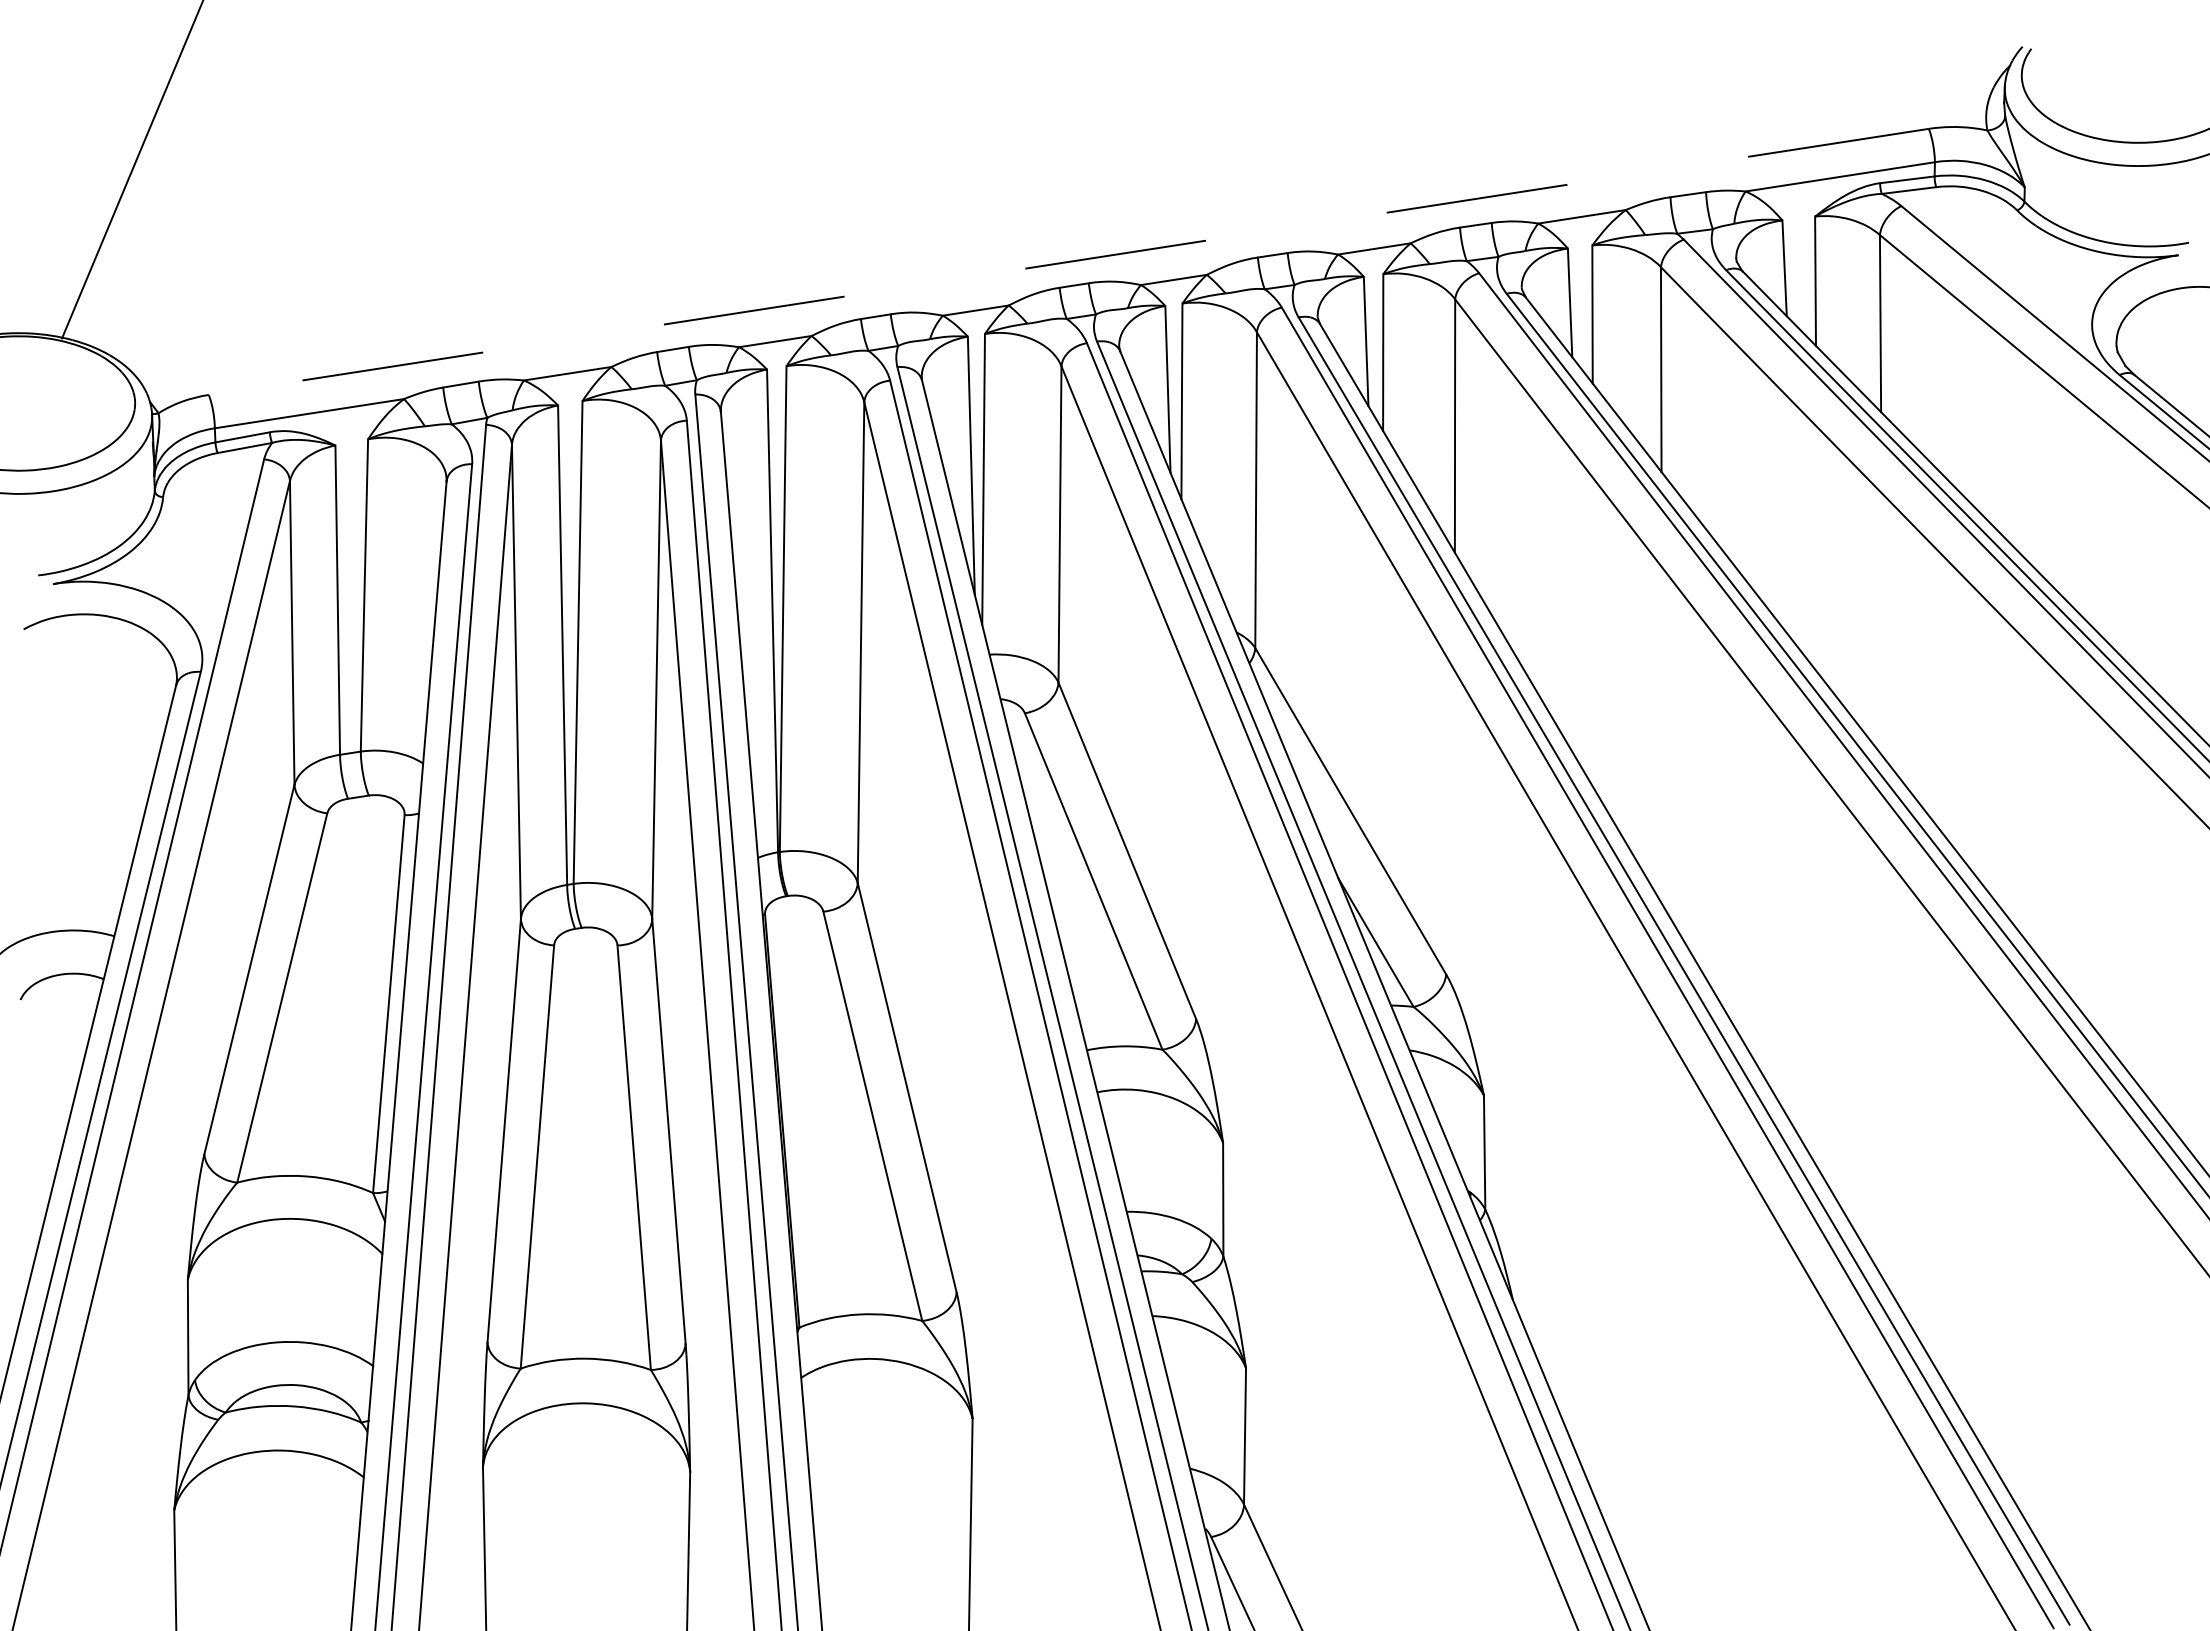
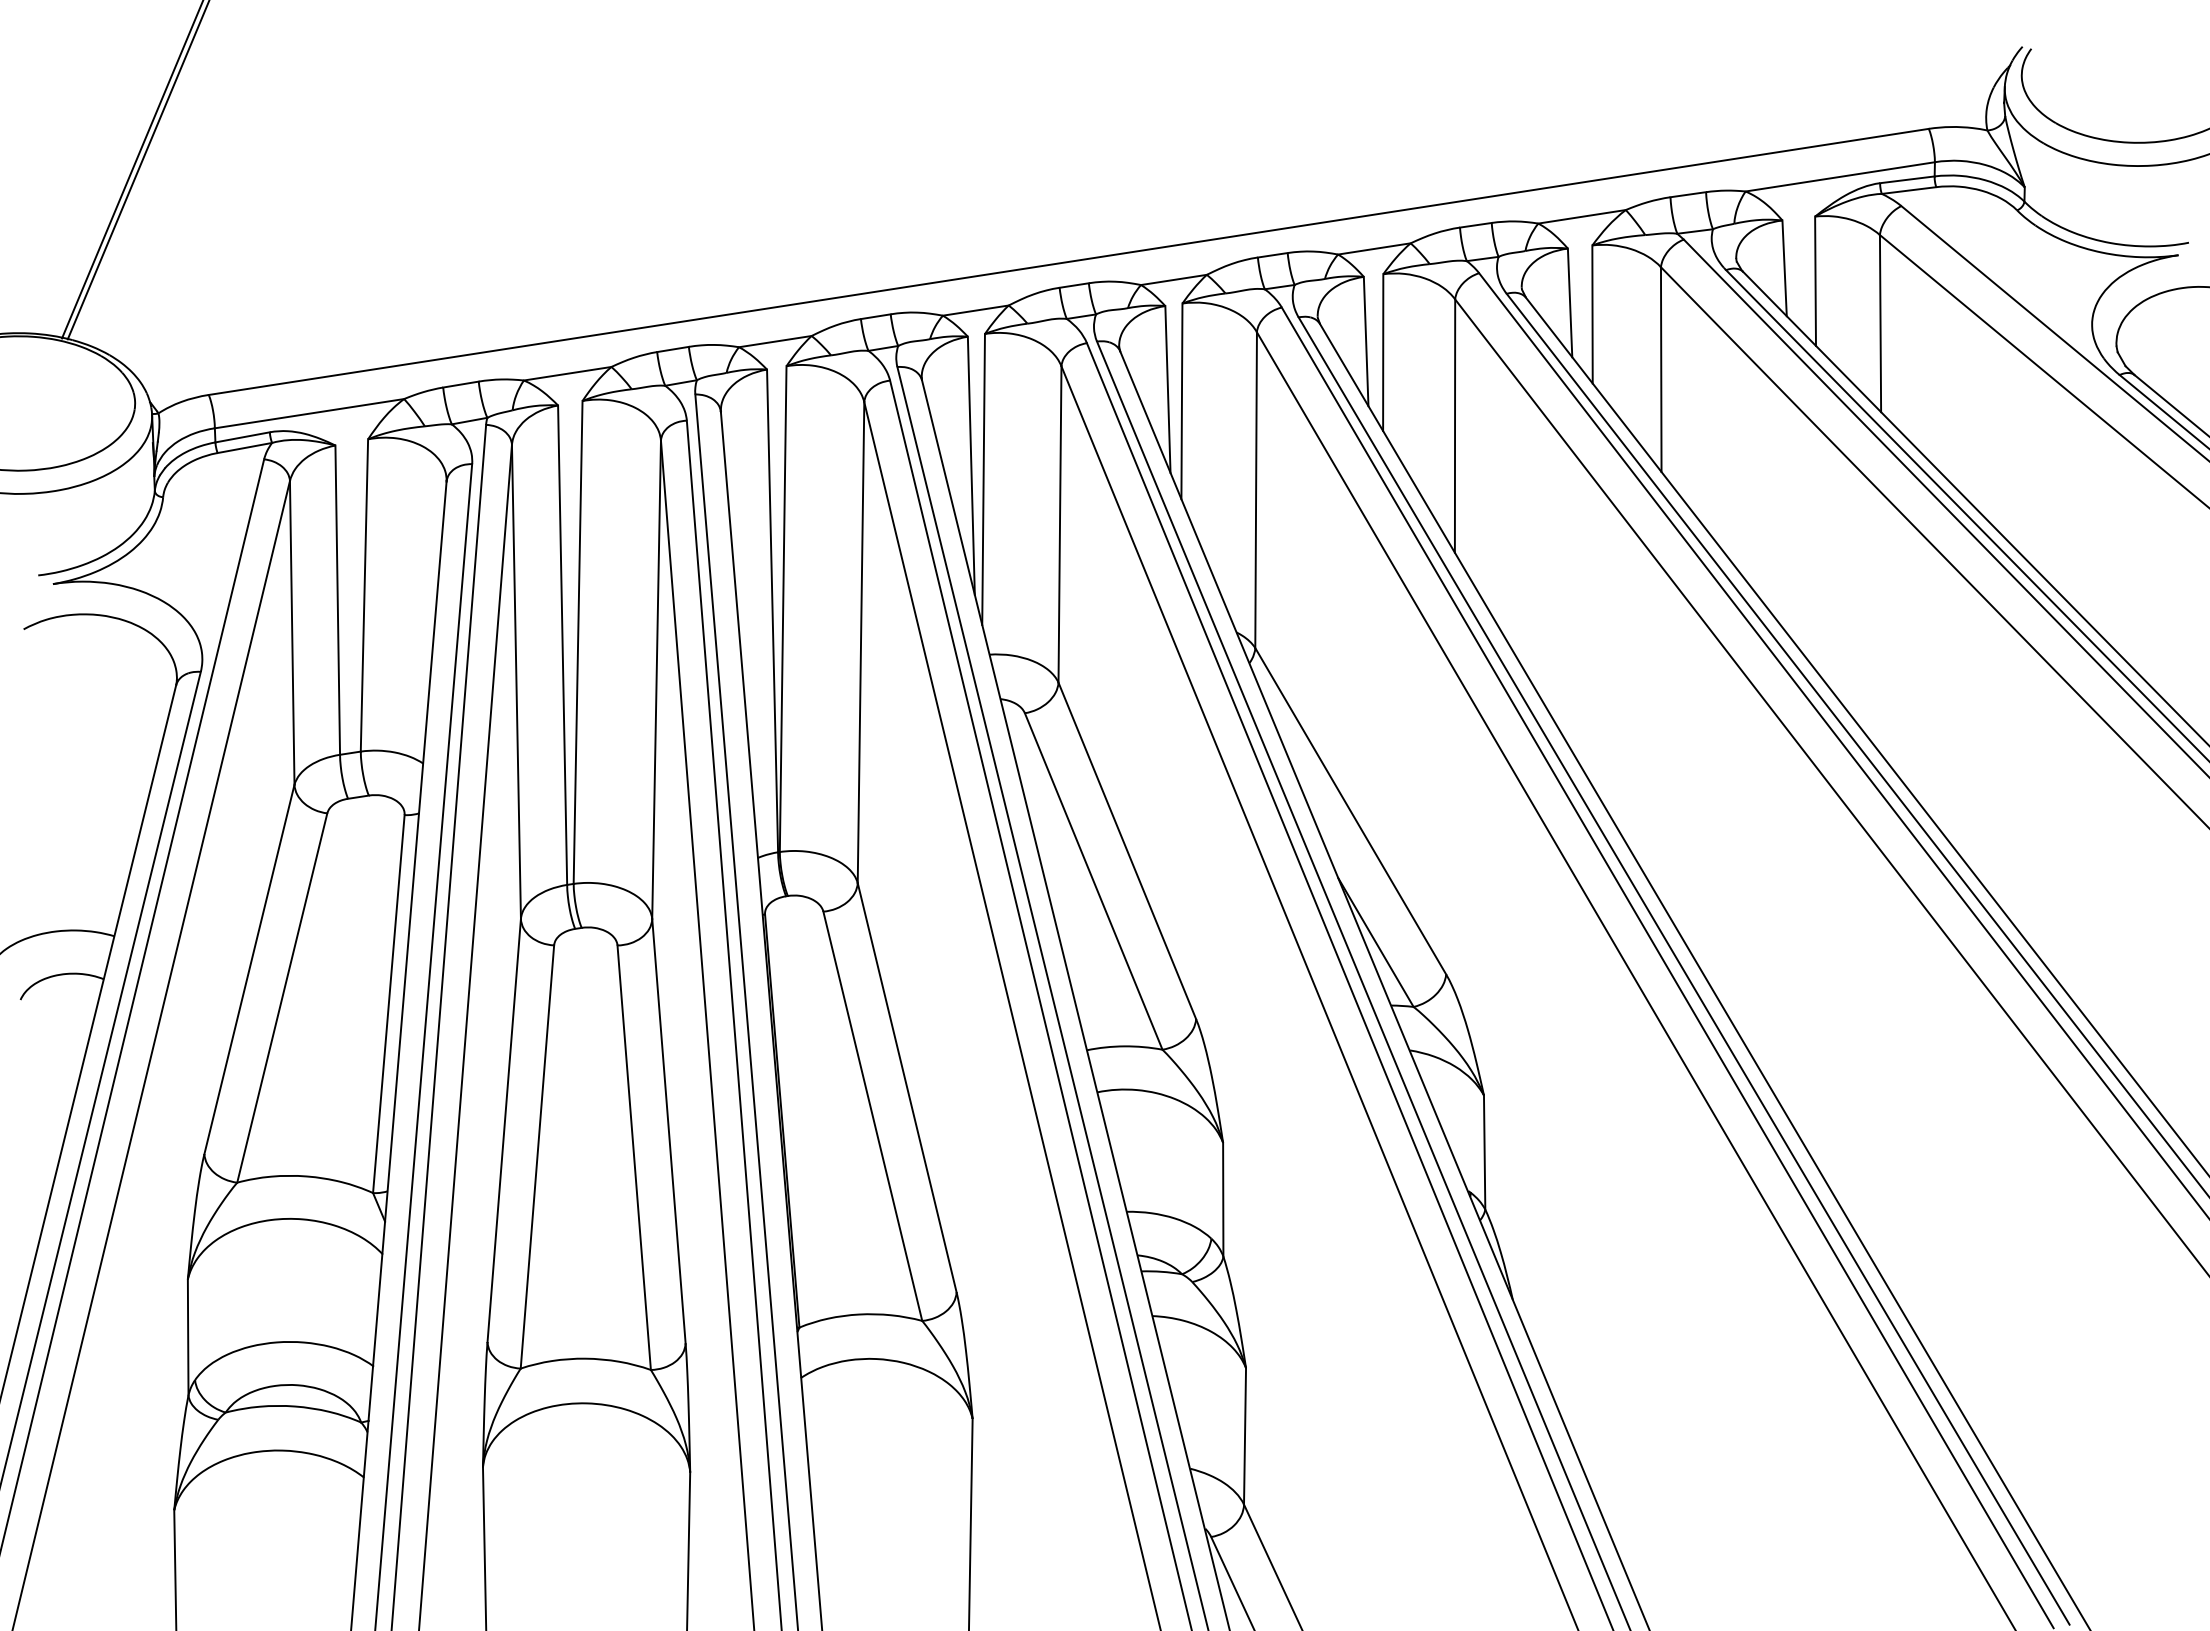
line at (137, 170): none -> present
line at (1068, 262): dashed -> solid
